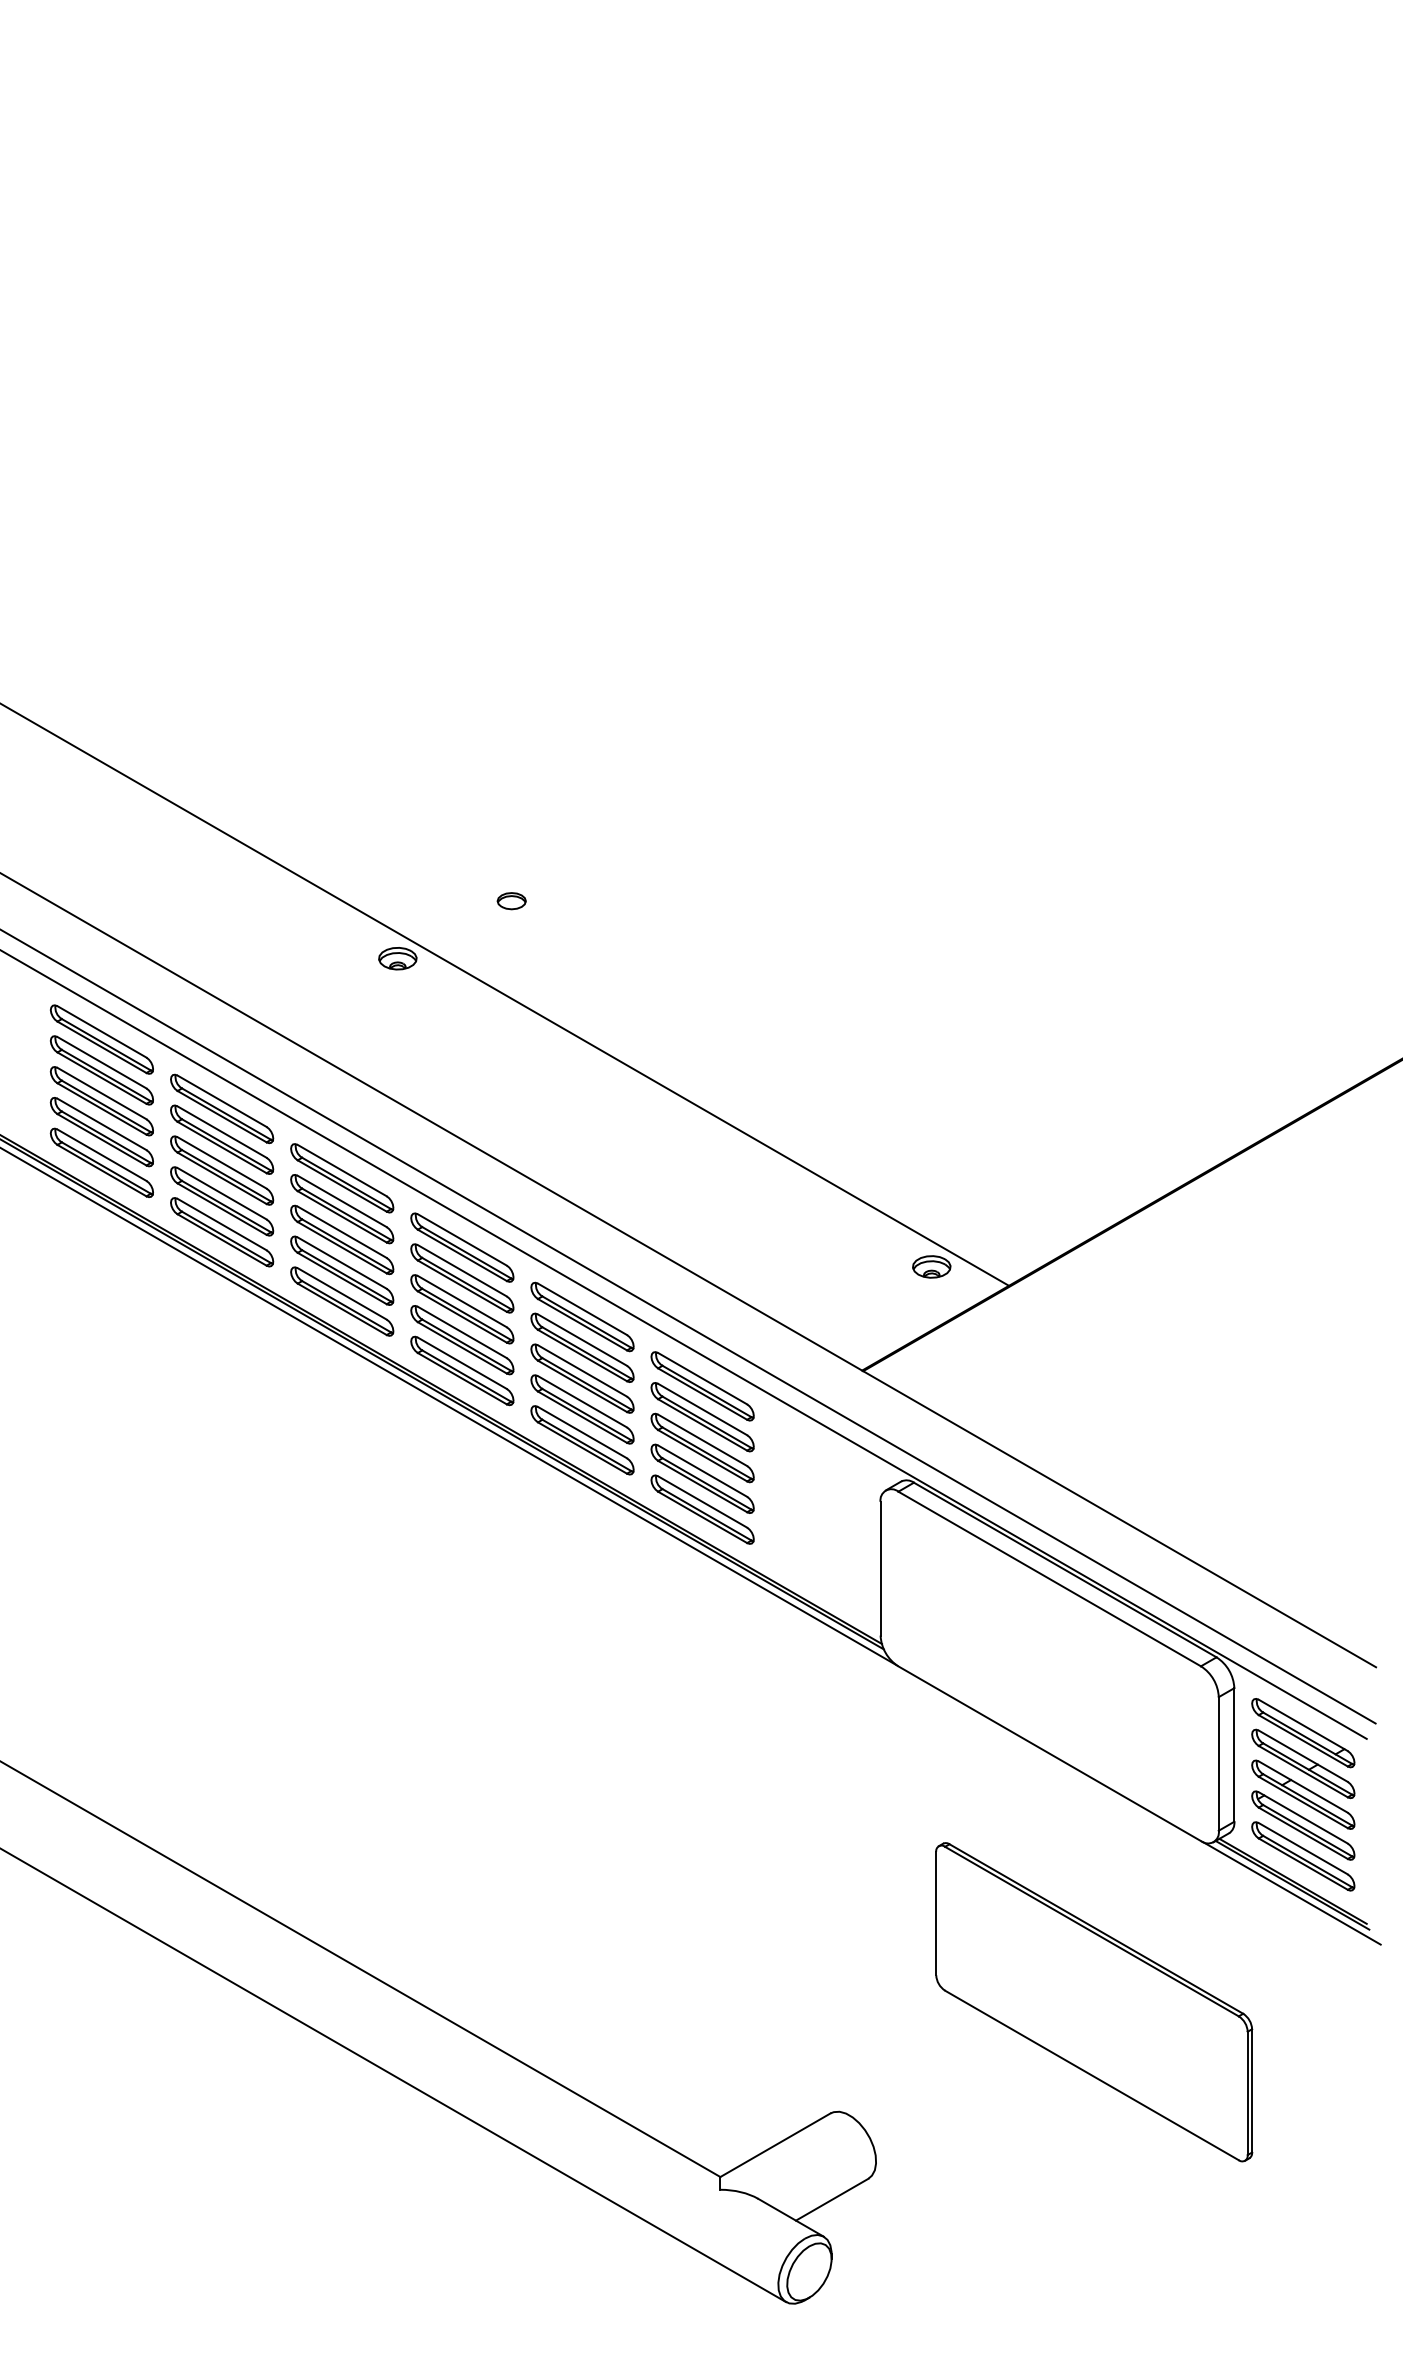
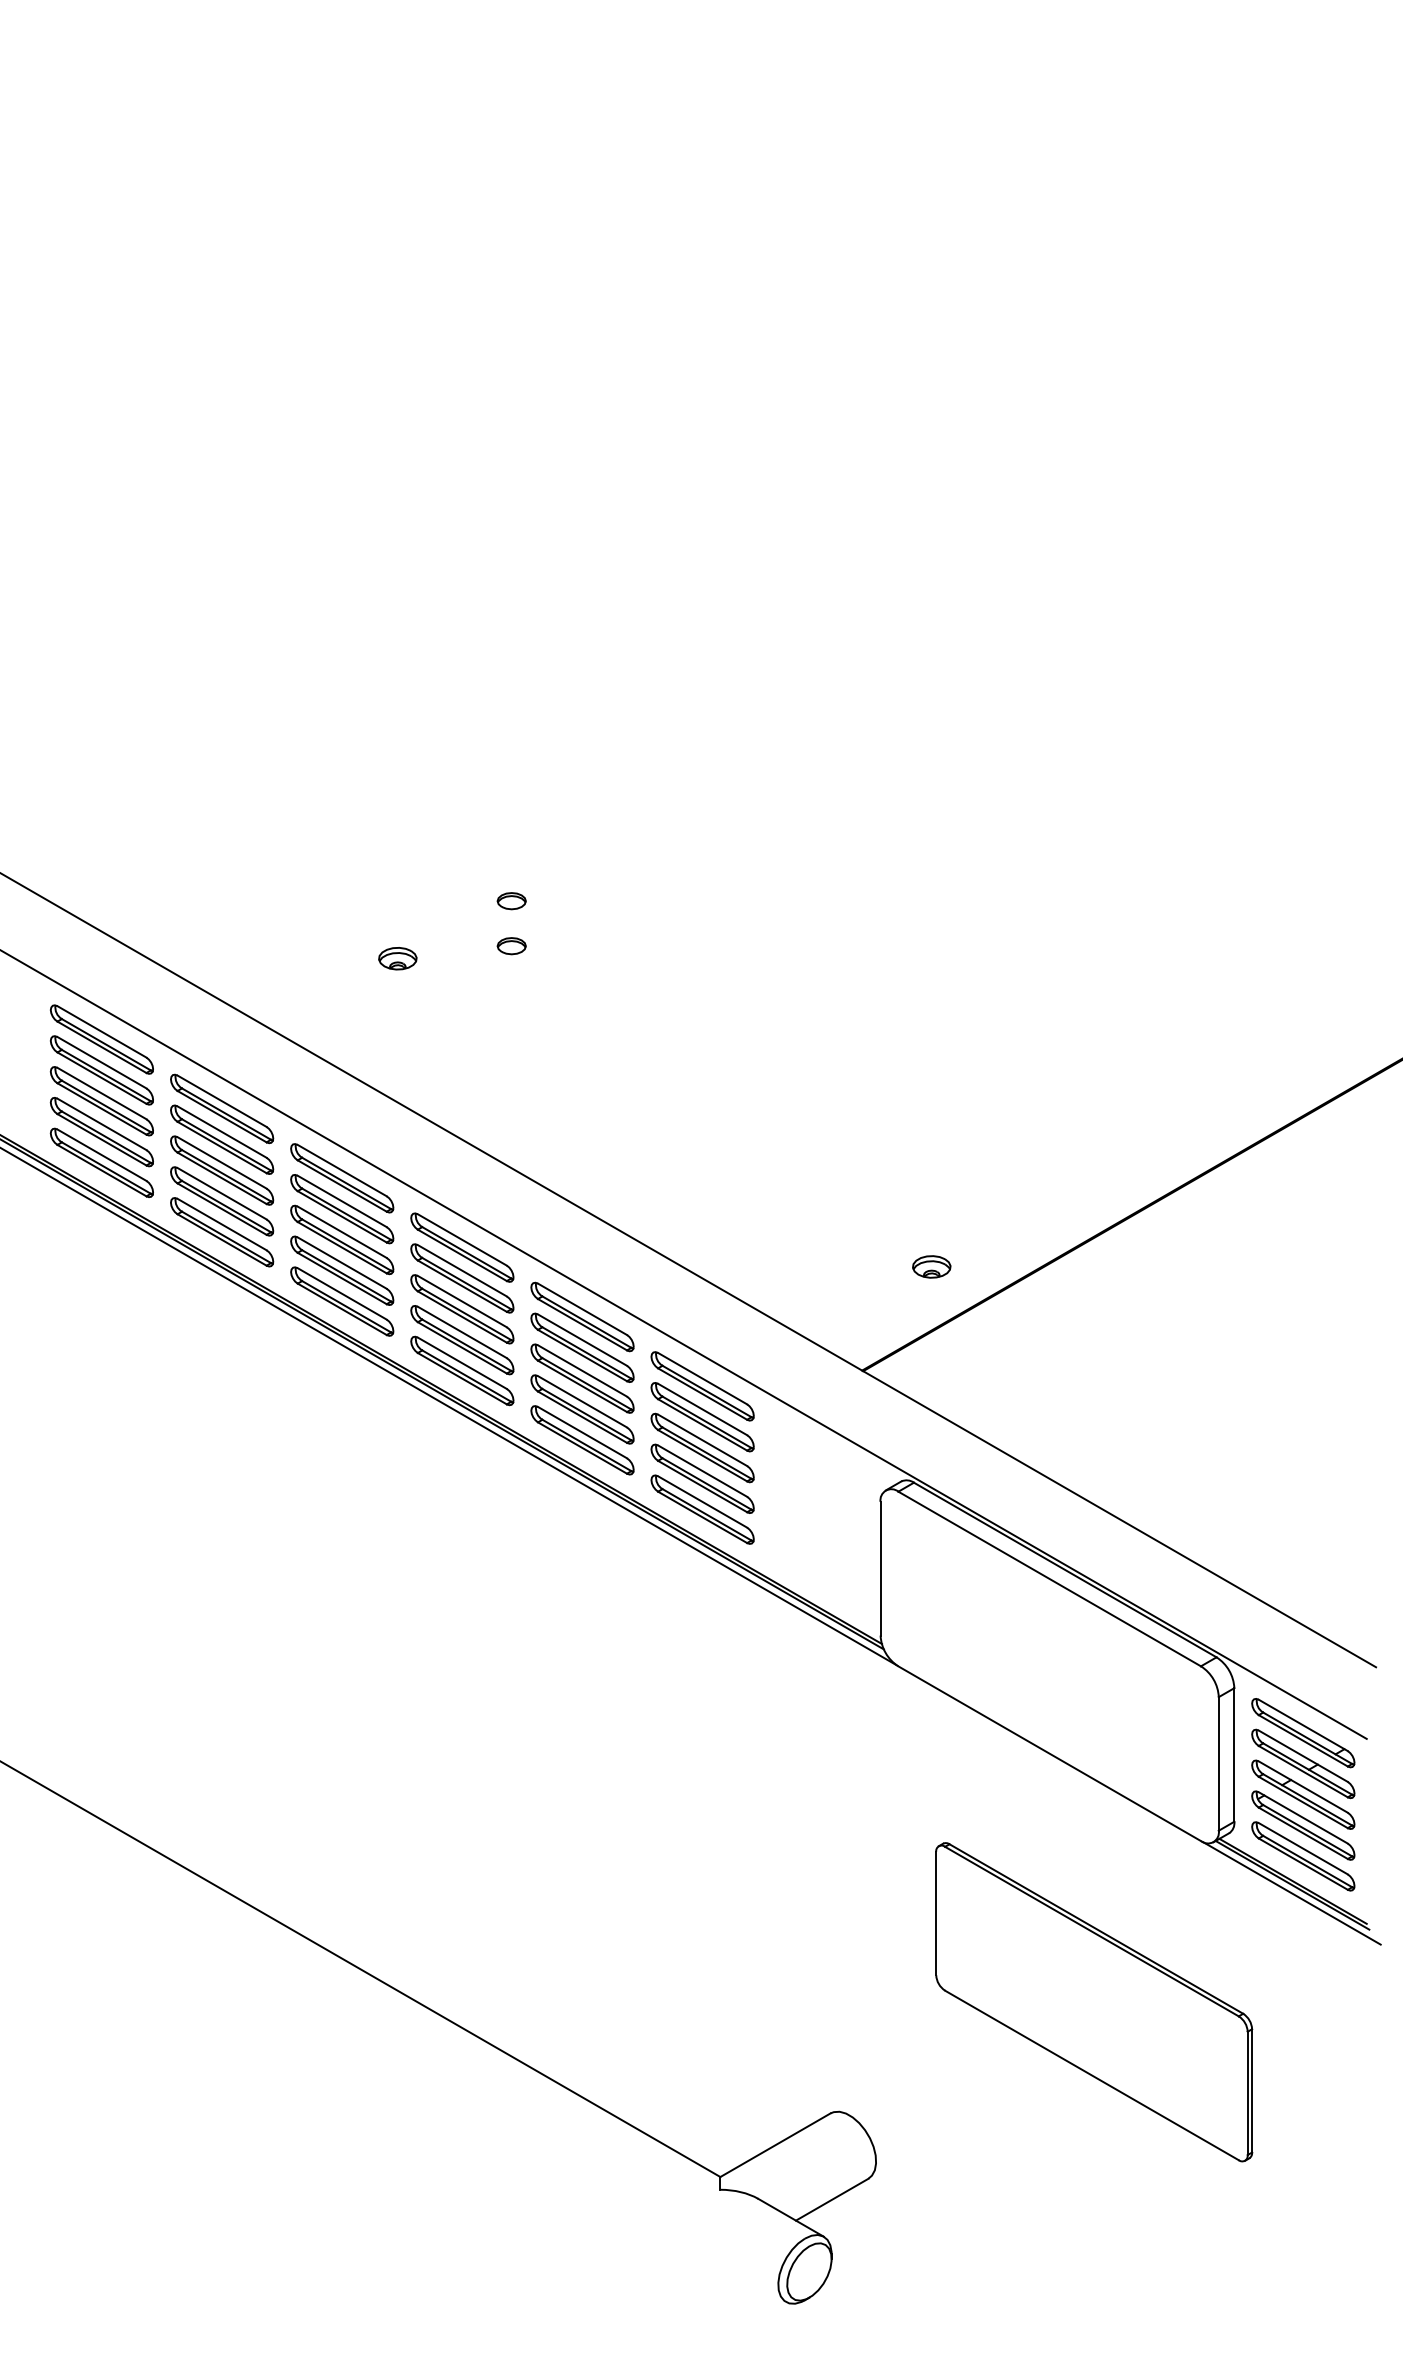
part at (511, 946): none -> present
line at (505, 994): present -> none
line at (688, 1326): present -> none
line at (394, 2075): present -> none
